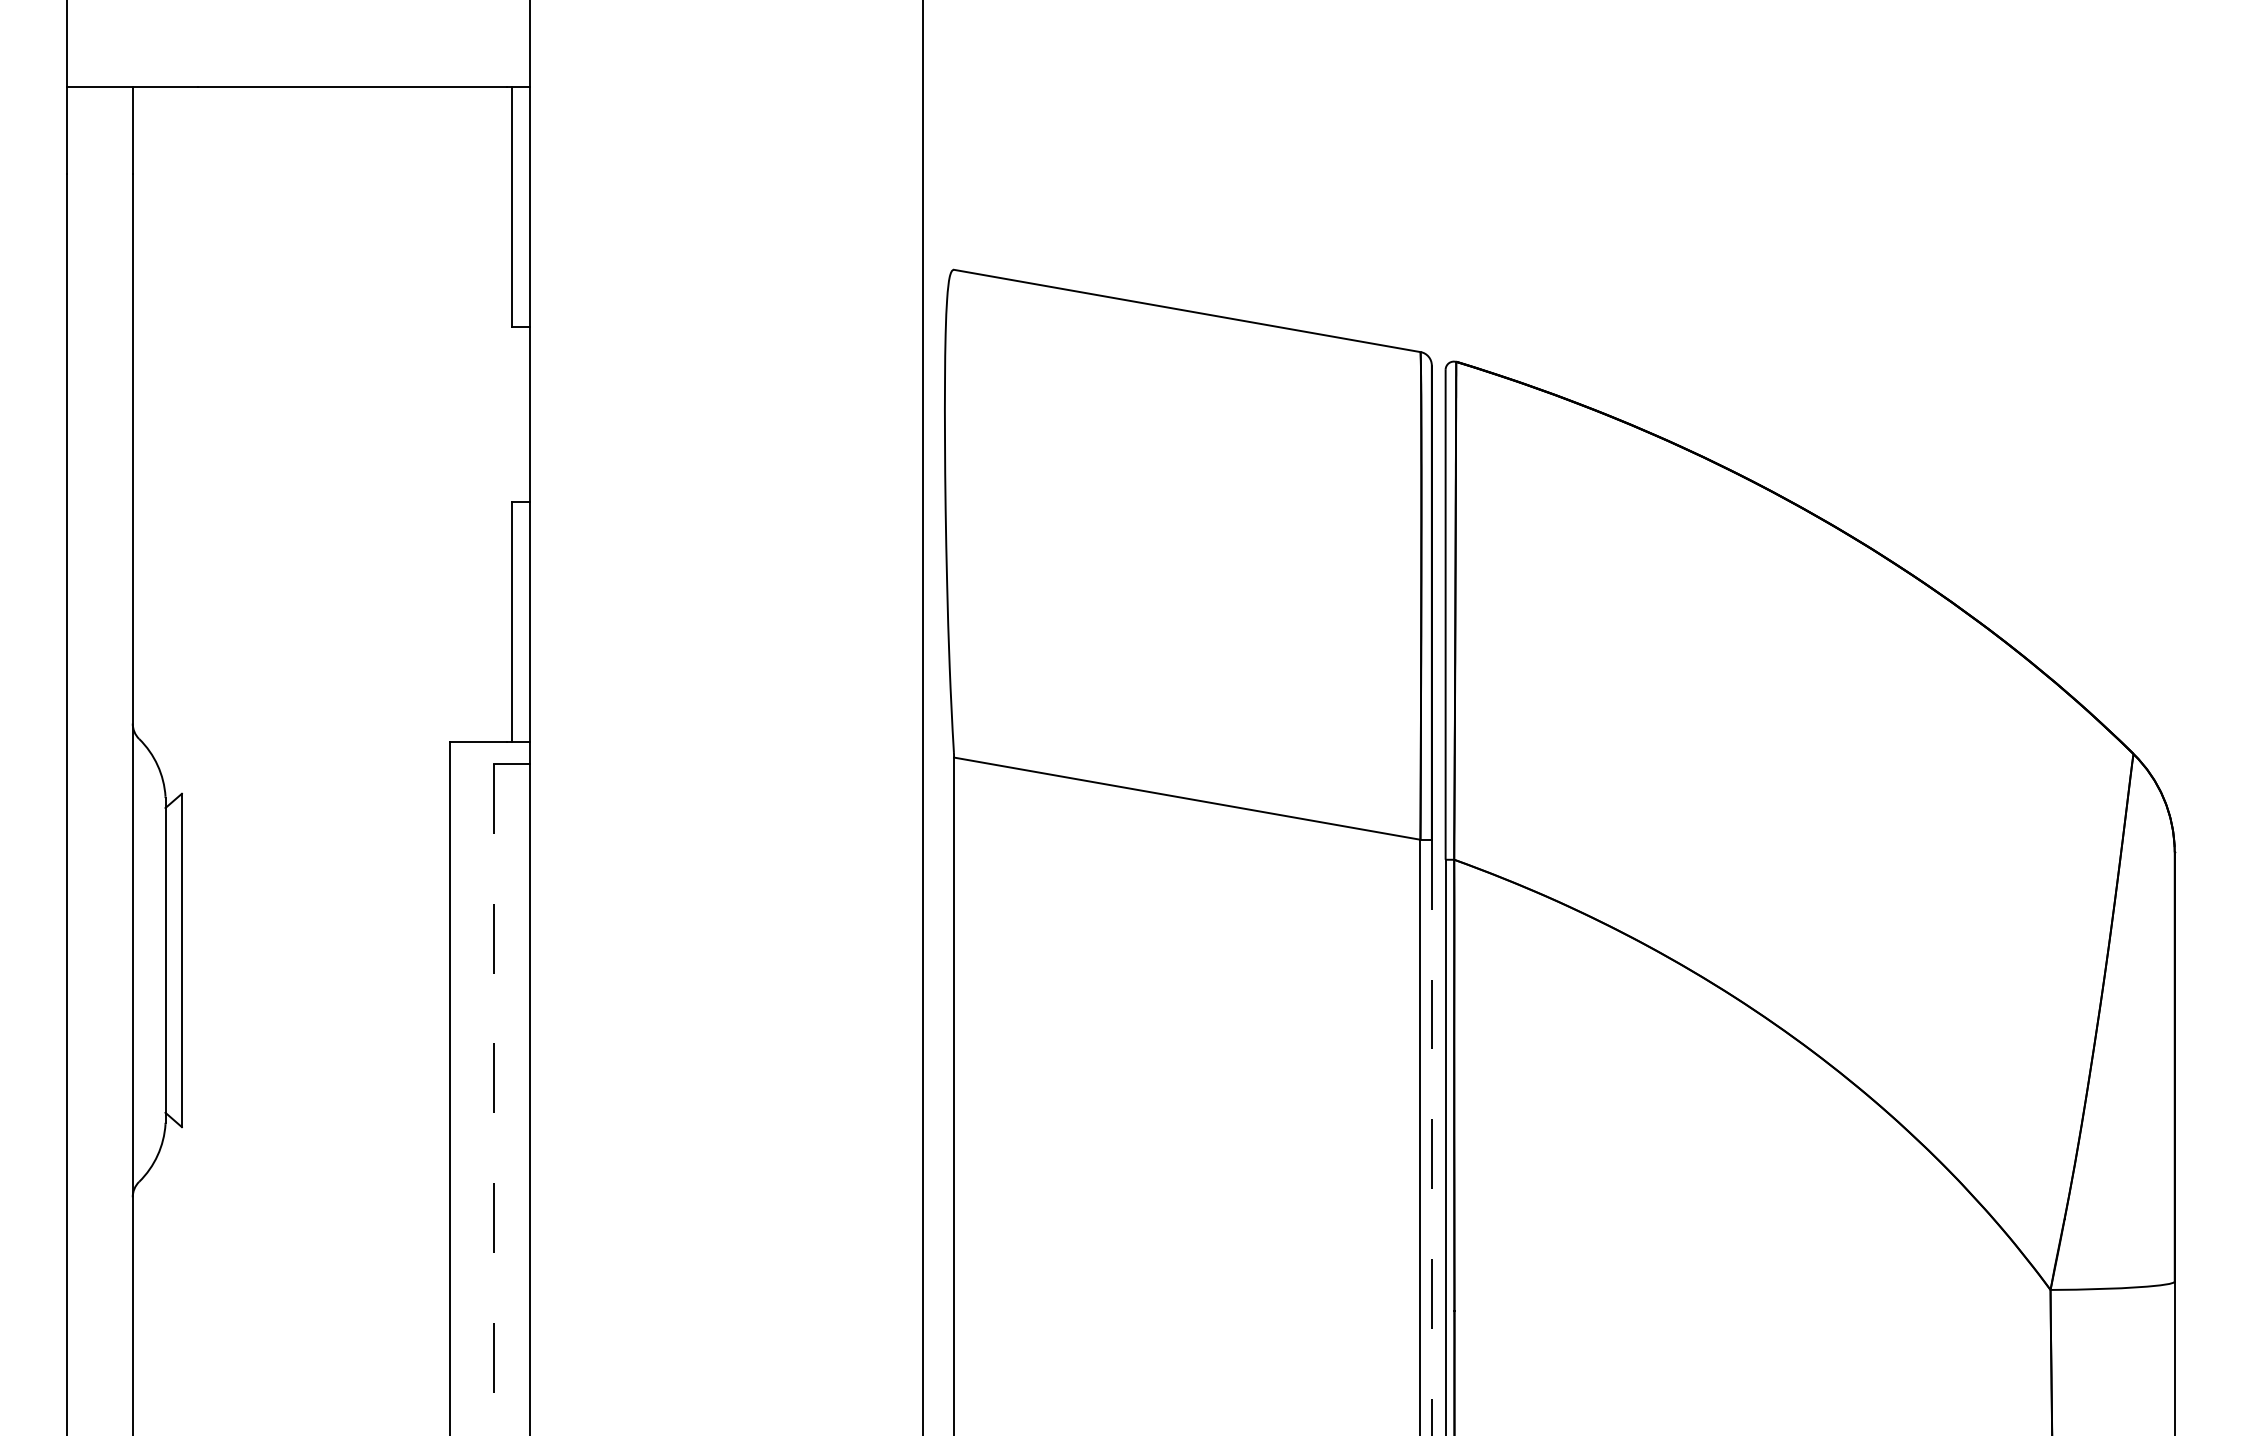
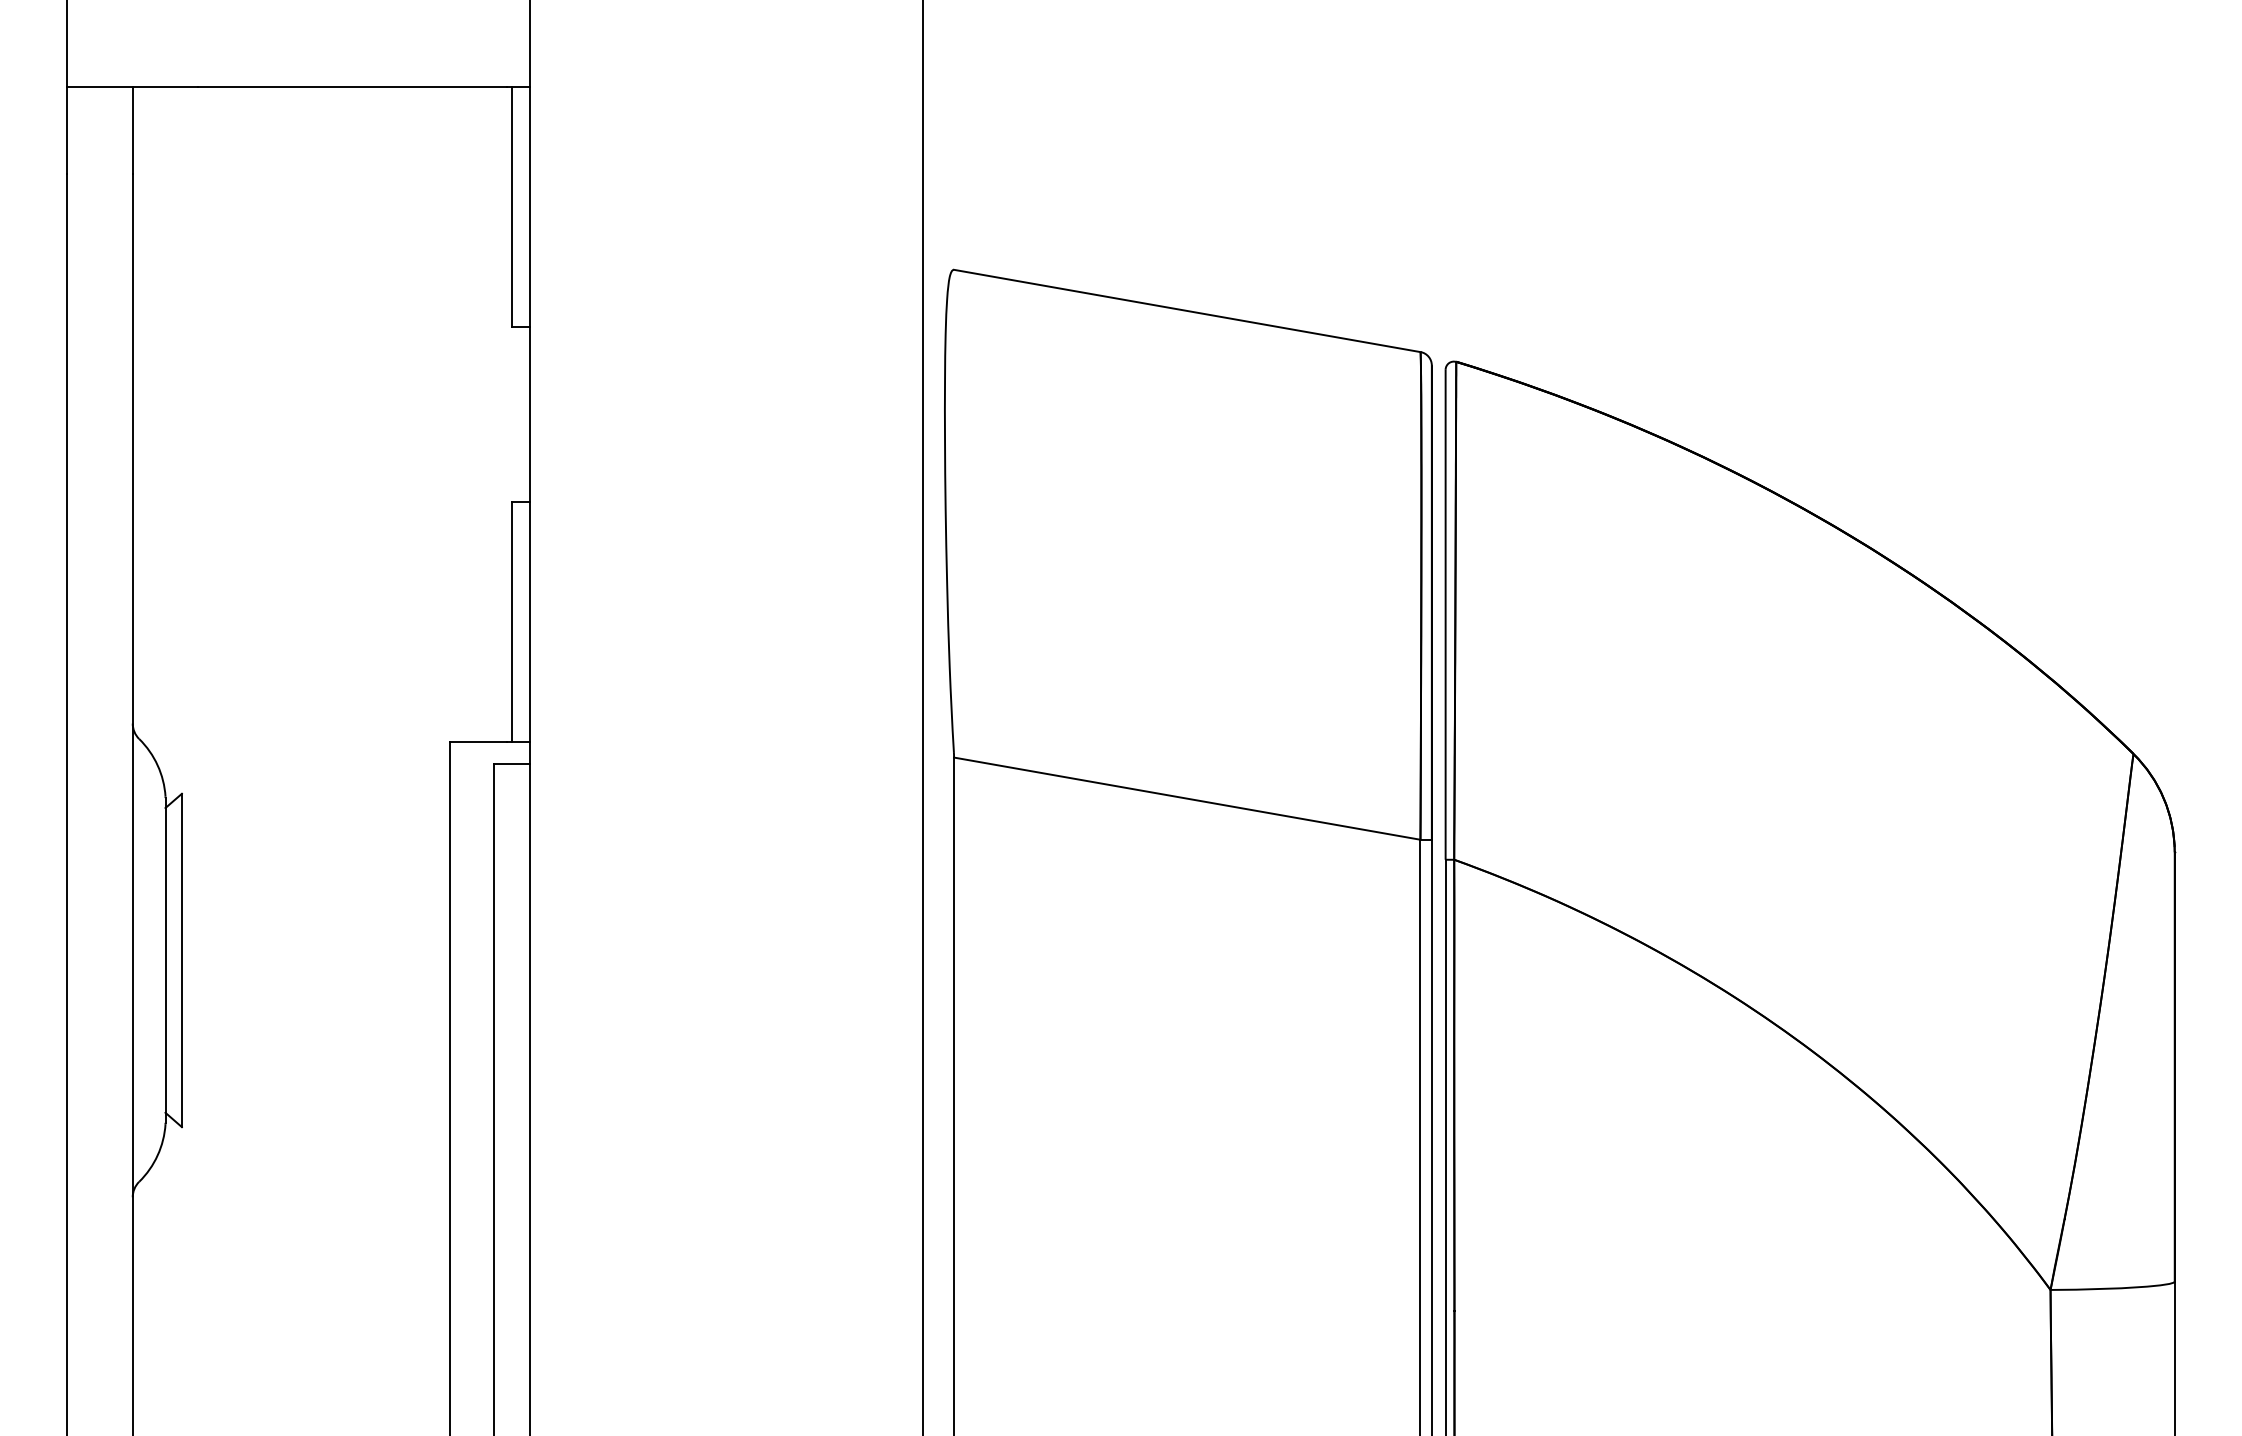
line at (493, 1099): dashed -> solid
line at (1431, 1137): dashed -> solid
